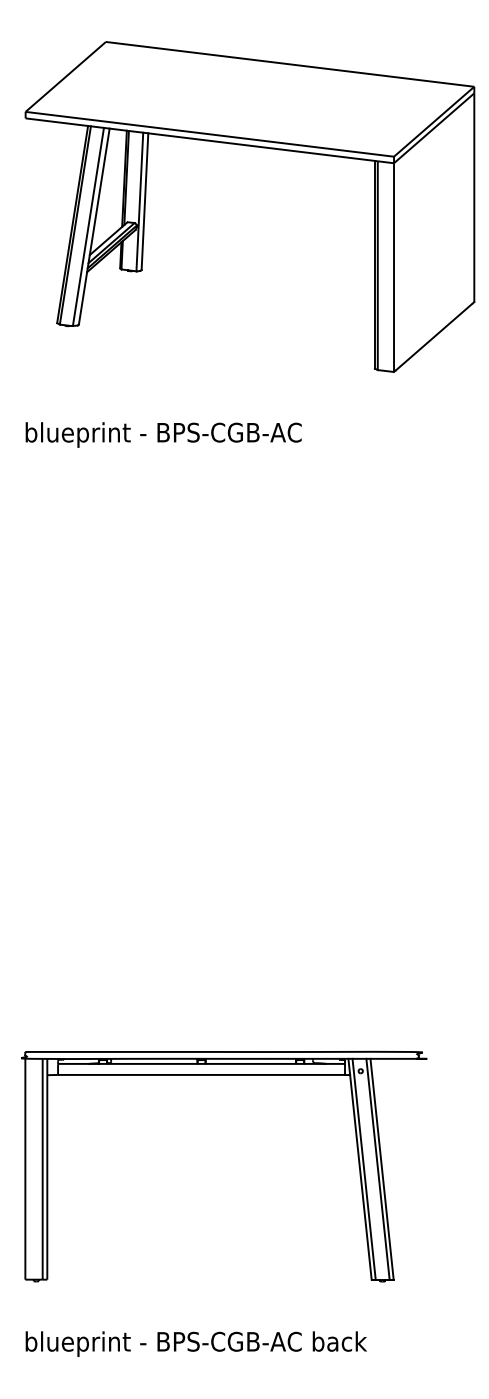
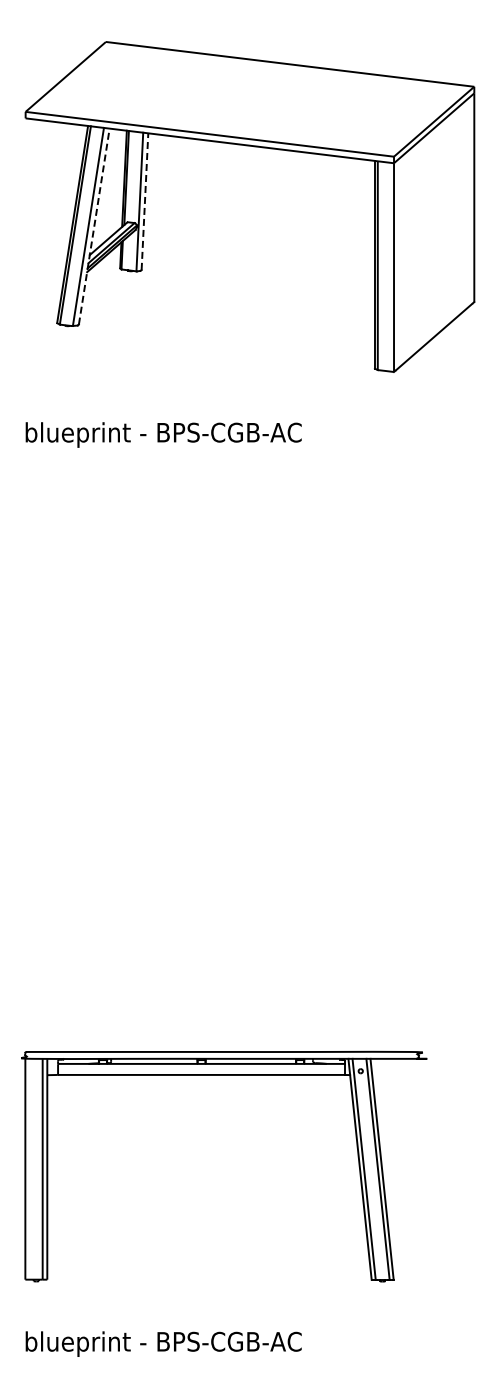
line at (145, 201): solid -> dashed
line at (94, 226): solid -> dashed
text at (339, 1341): blueprint - BPS-CGB-AC back -> blueprint - BPS-CGB-AC
